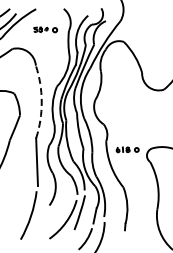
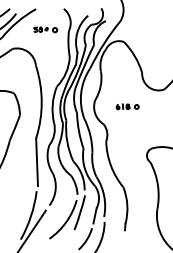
arc at (41, 101): dashed -> solid
part at (127, 149) position: (127, 149) -> (127, 106)
line at (32, 229): none -> present
